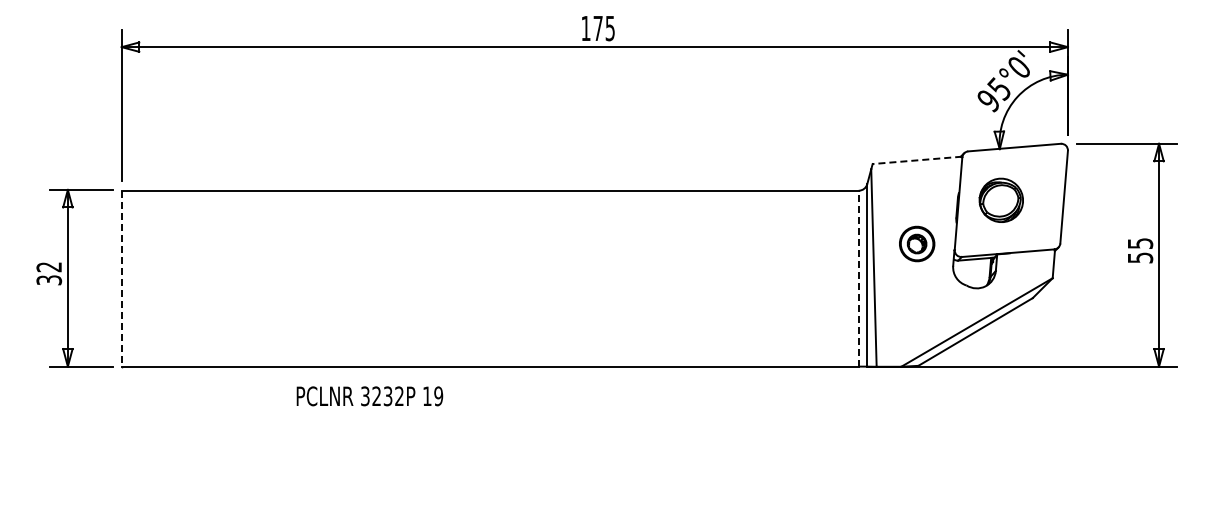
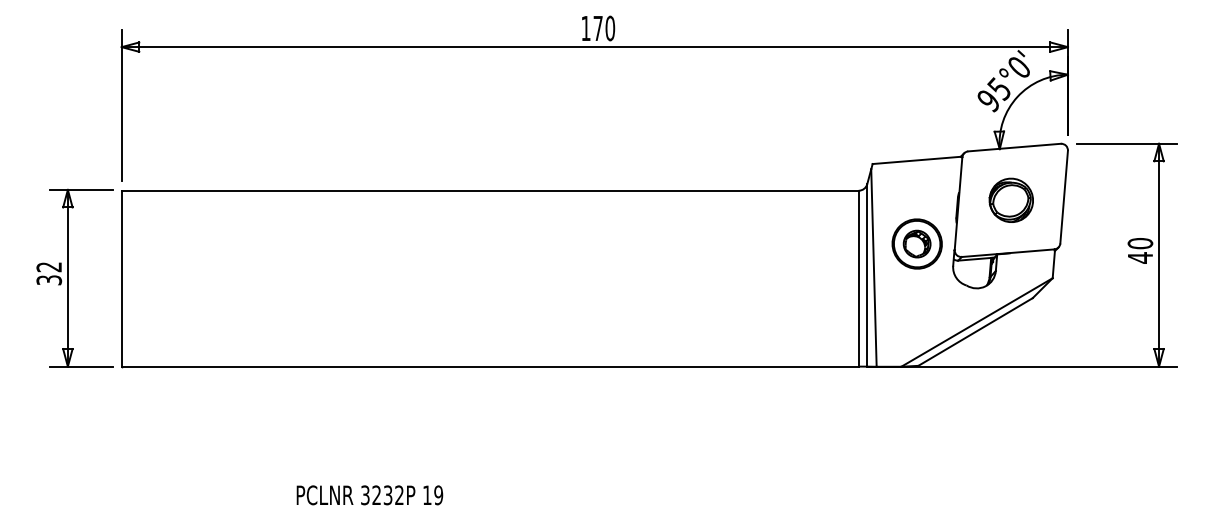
text at (610, 28): 175 -> 170
line at (917, 160): dashed -> solid
part at (1000, 199) position: (1000, 199) -> (1010, 199)
part at (917, 243) size: 37x38 px -> 52x52 px
text at (1140, 250): 55 -> 40
line at (121, 278): dashed -> solid
line at (858, 278): dashed -> solid
text at (369, 396) position: (369, 396) -> (369, 495)
